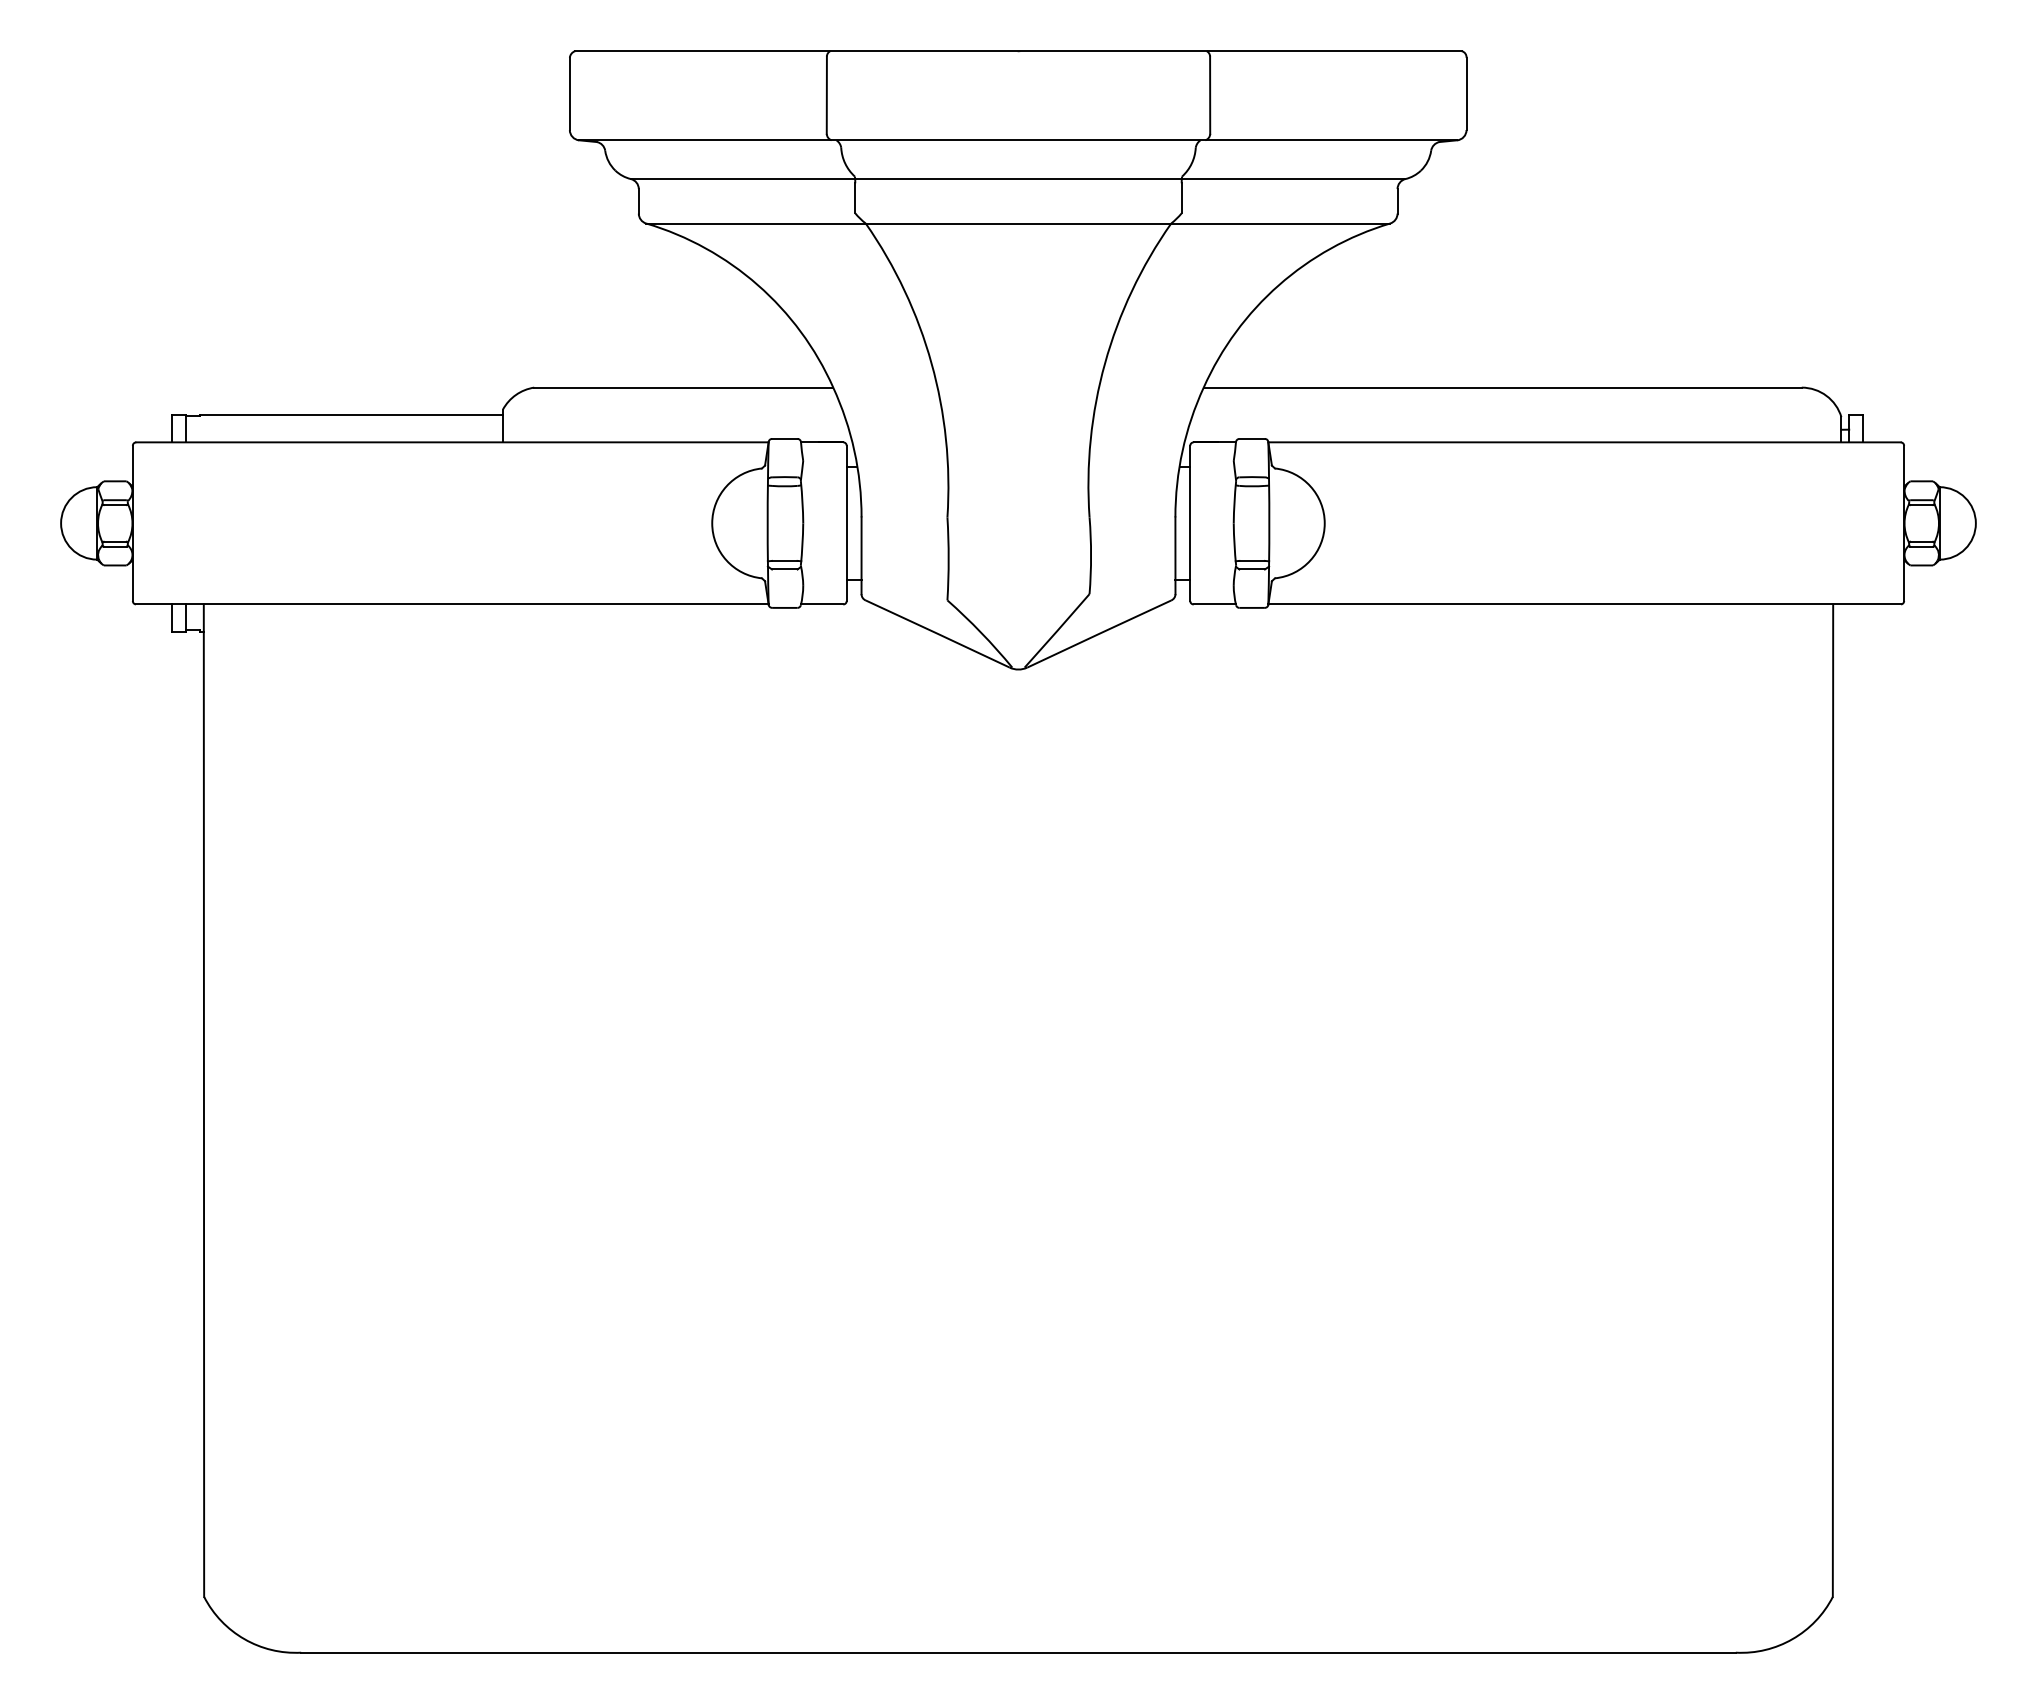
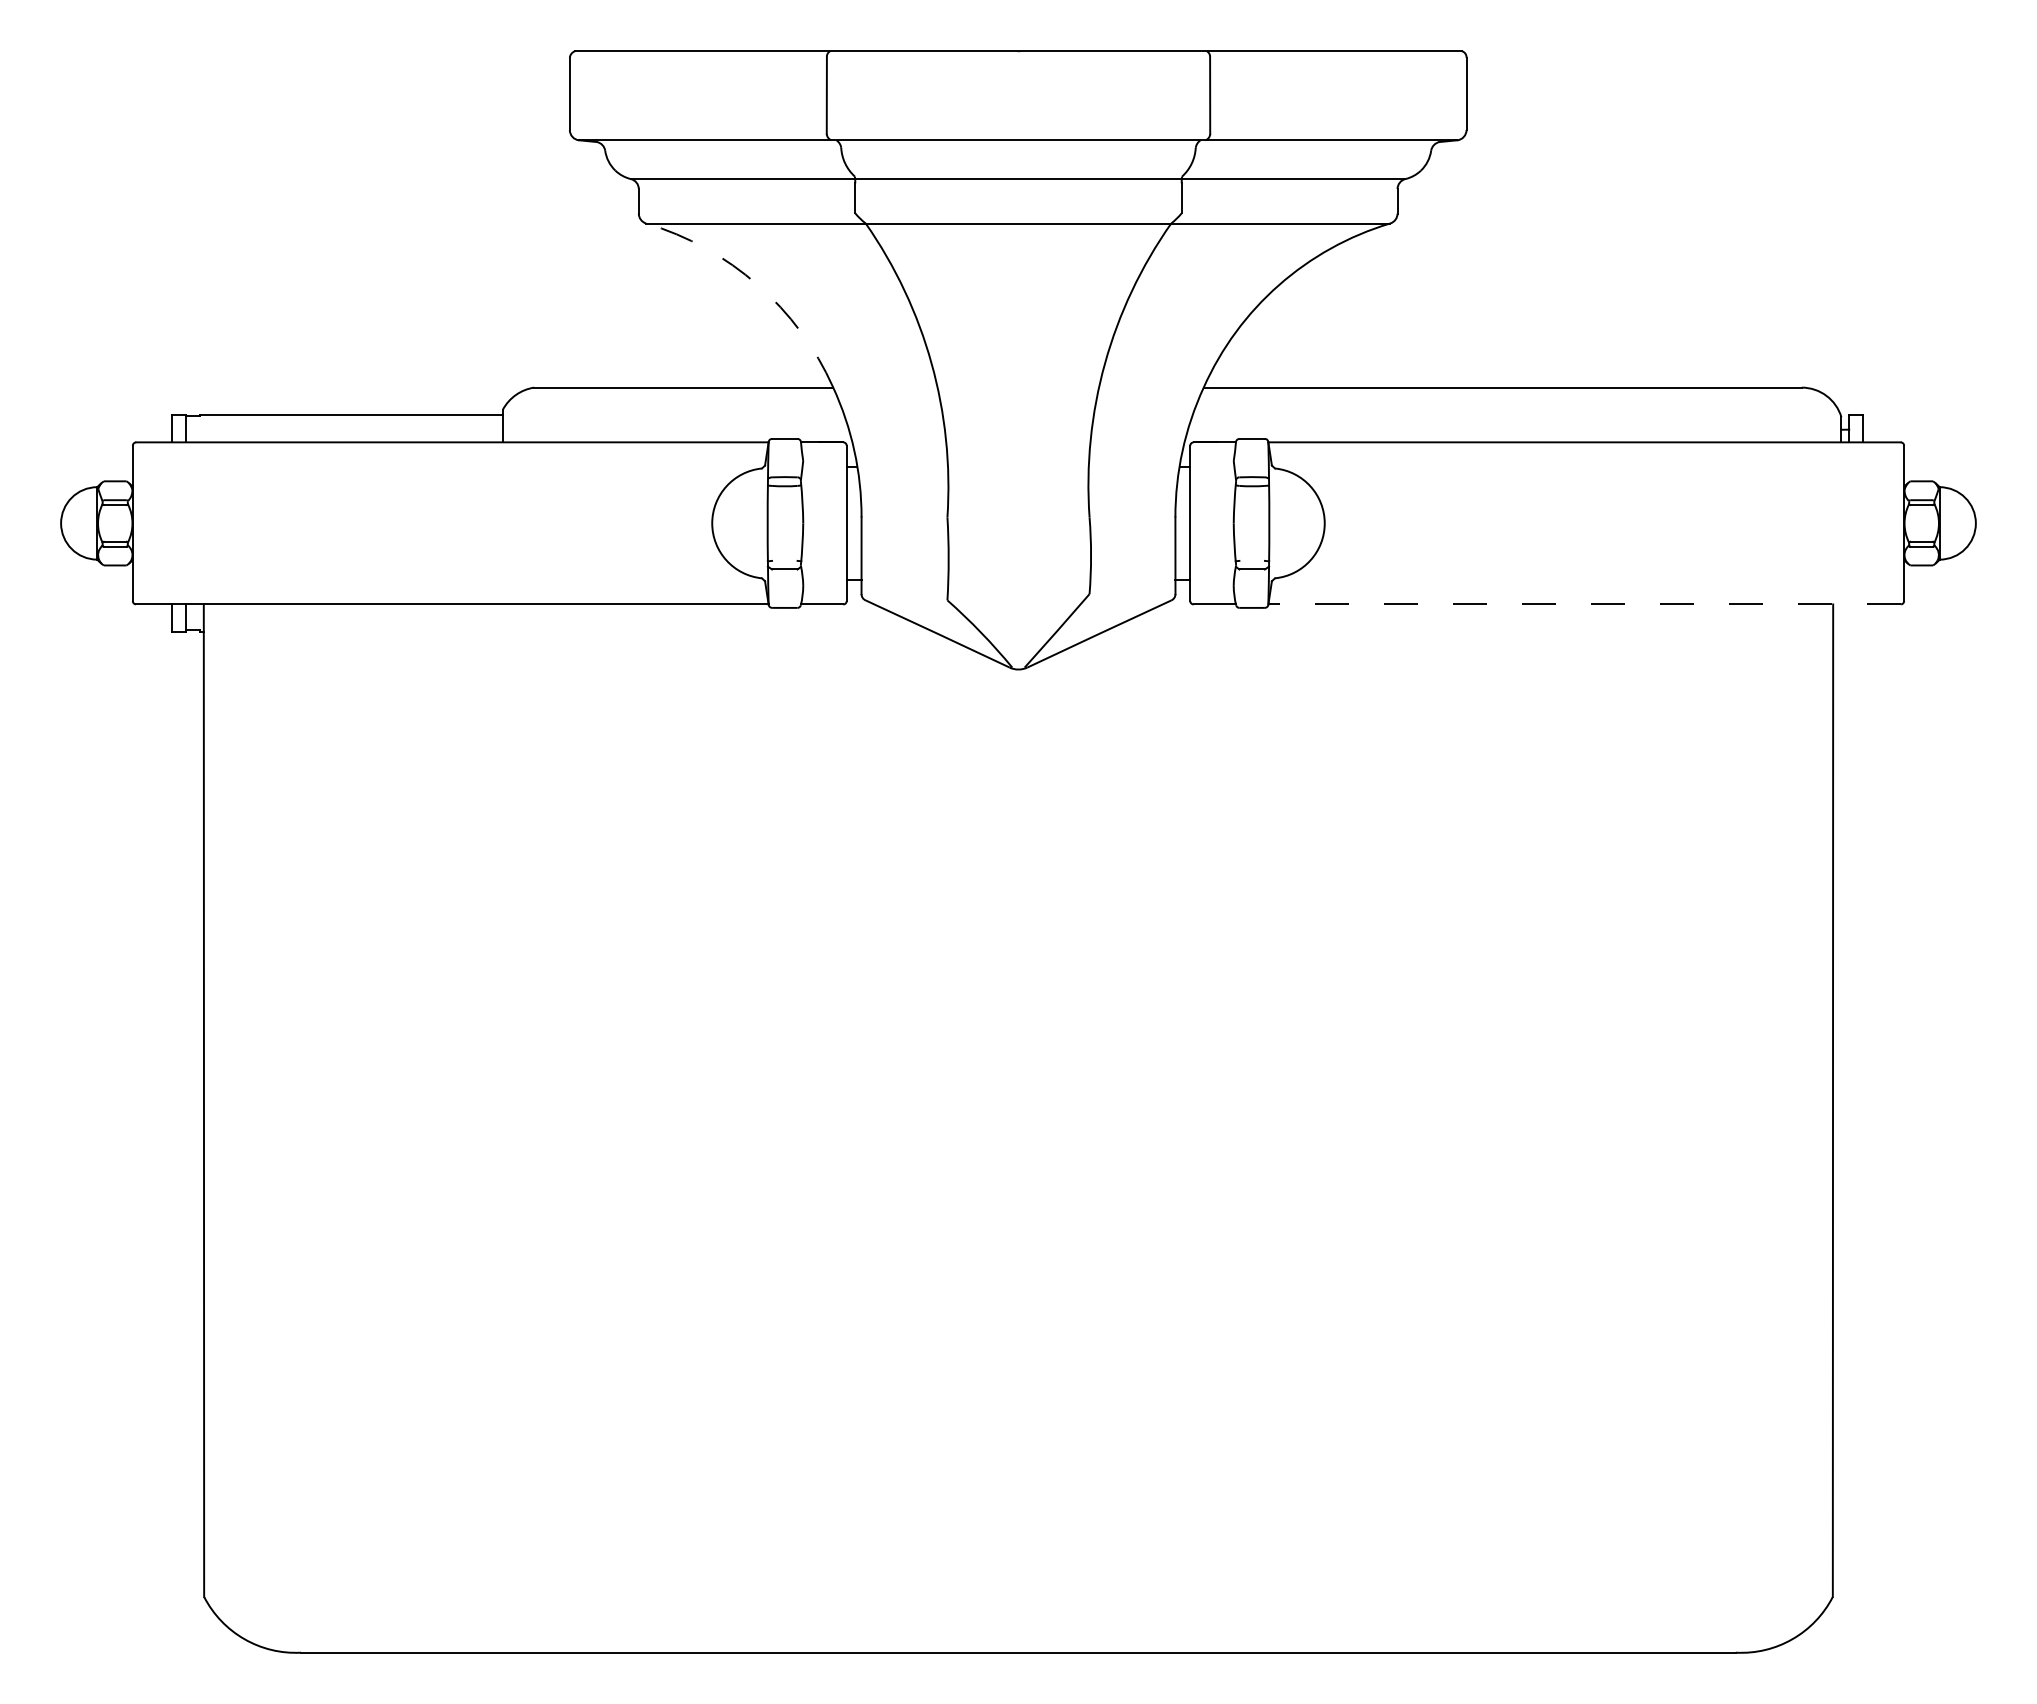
arc at (757, 285): solid -> dashed
line at (784, 560): present -> none
line at (1251, 560): present -> none
line at (1584, 604): solid -> dashed
